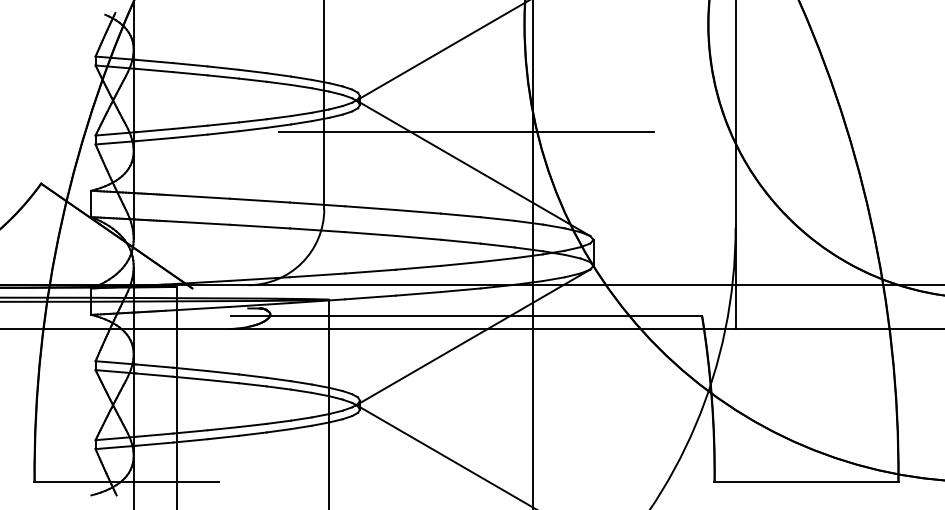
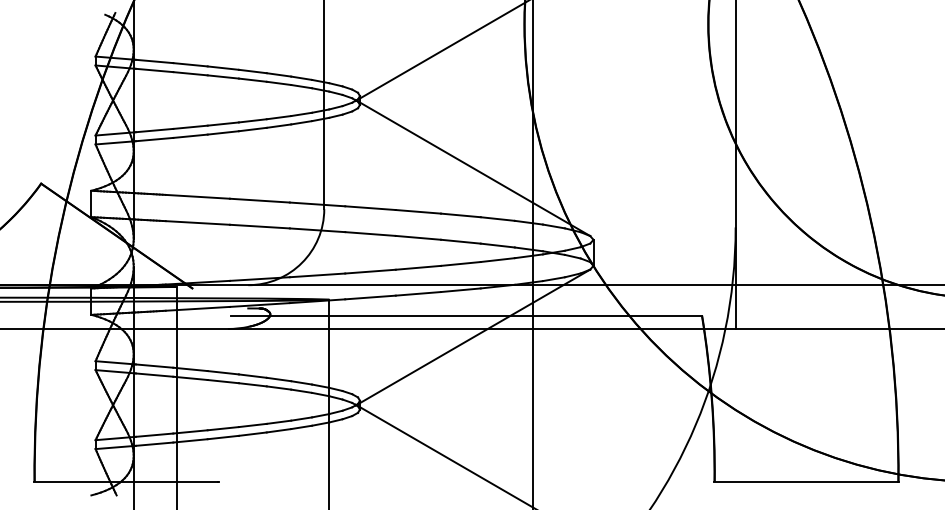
line at (466, 131): present -> none
